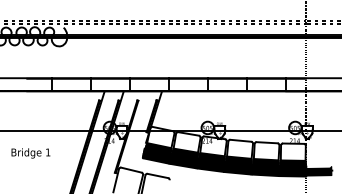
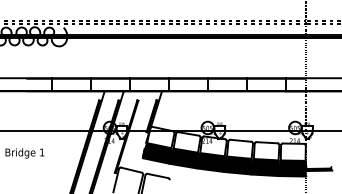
text at (30, 153) position: (30, 153) -> (24, 153)
fill at (318, 173): present -> none
